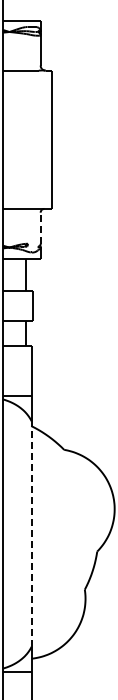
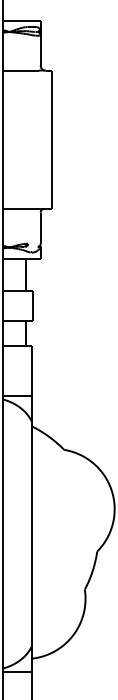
line at (40, 228): dashed -> solid
line at (31, 534): dashed -> solid
